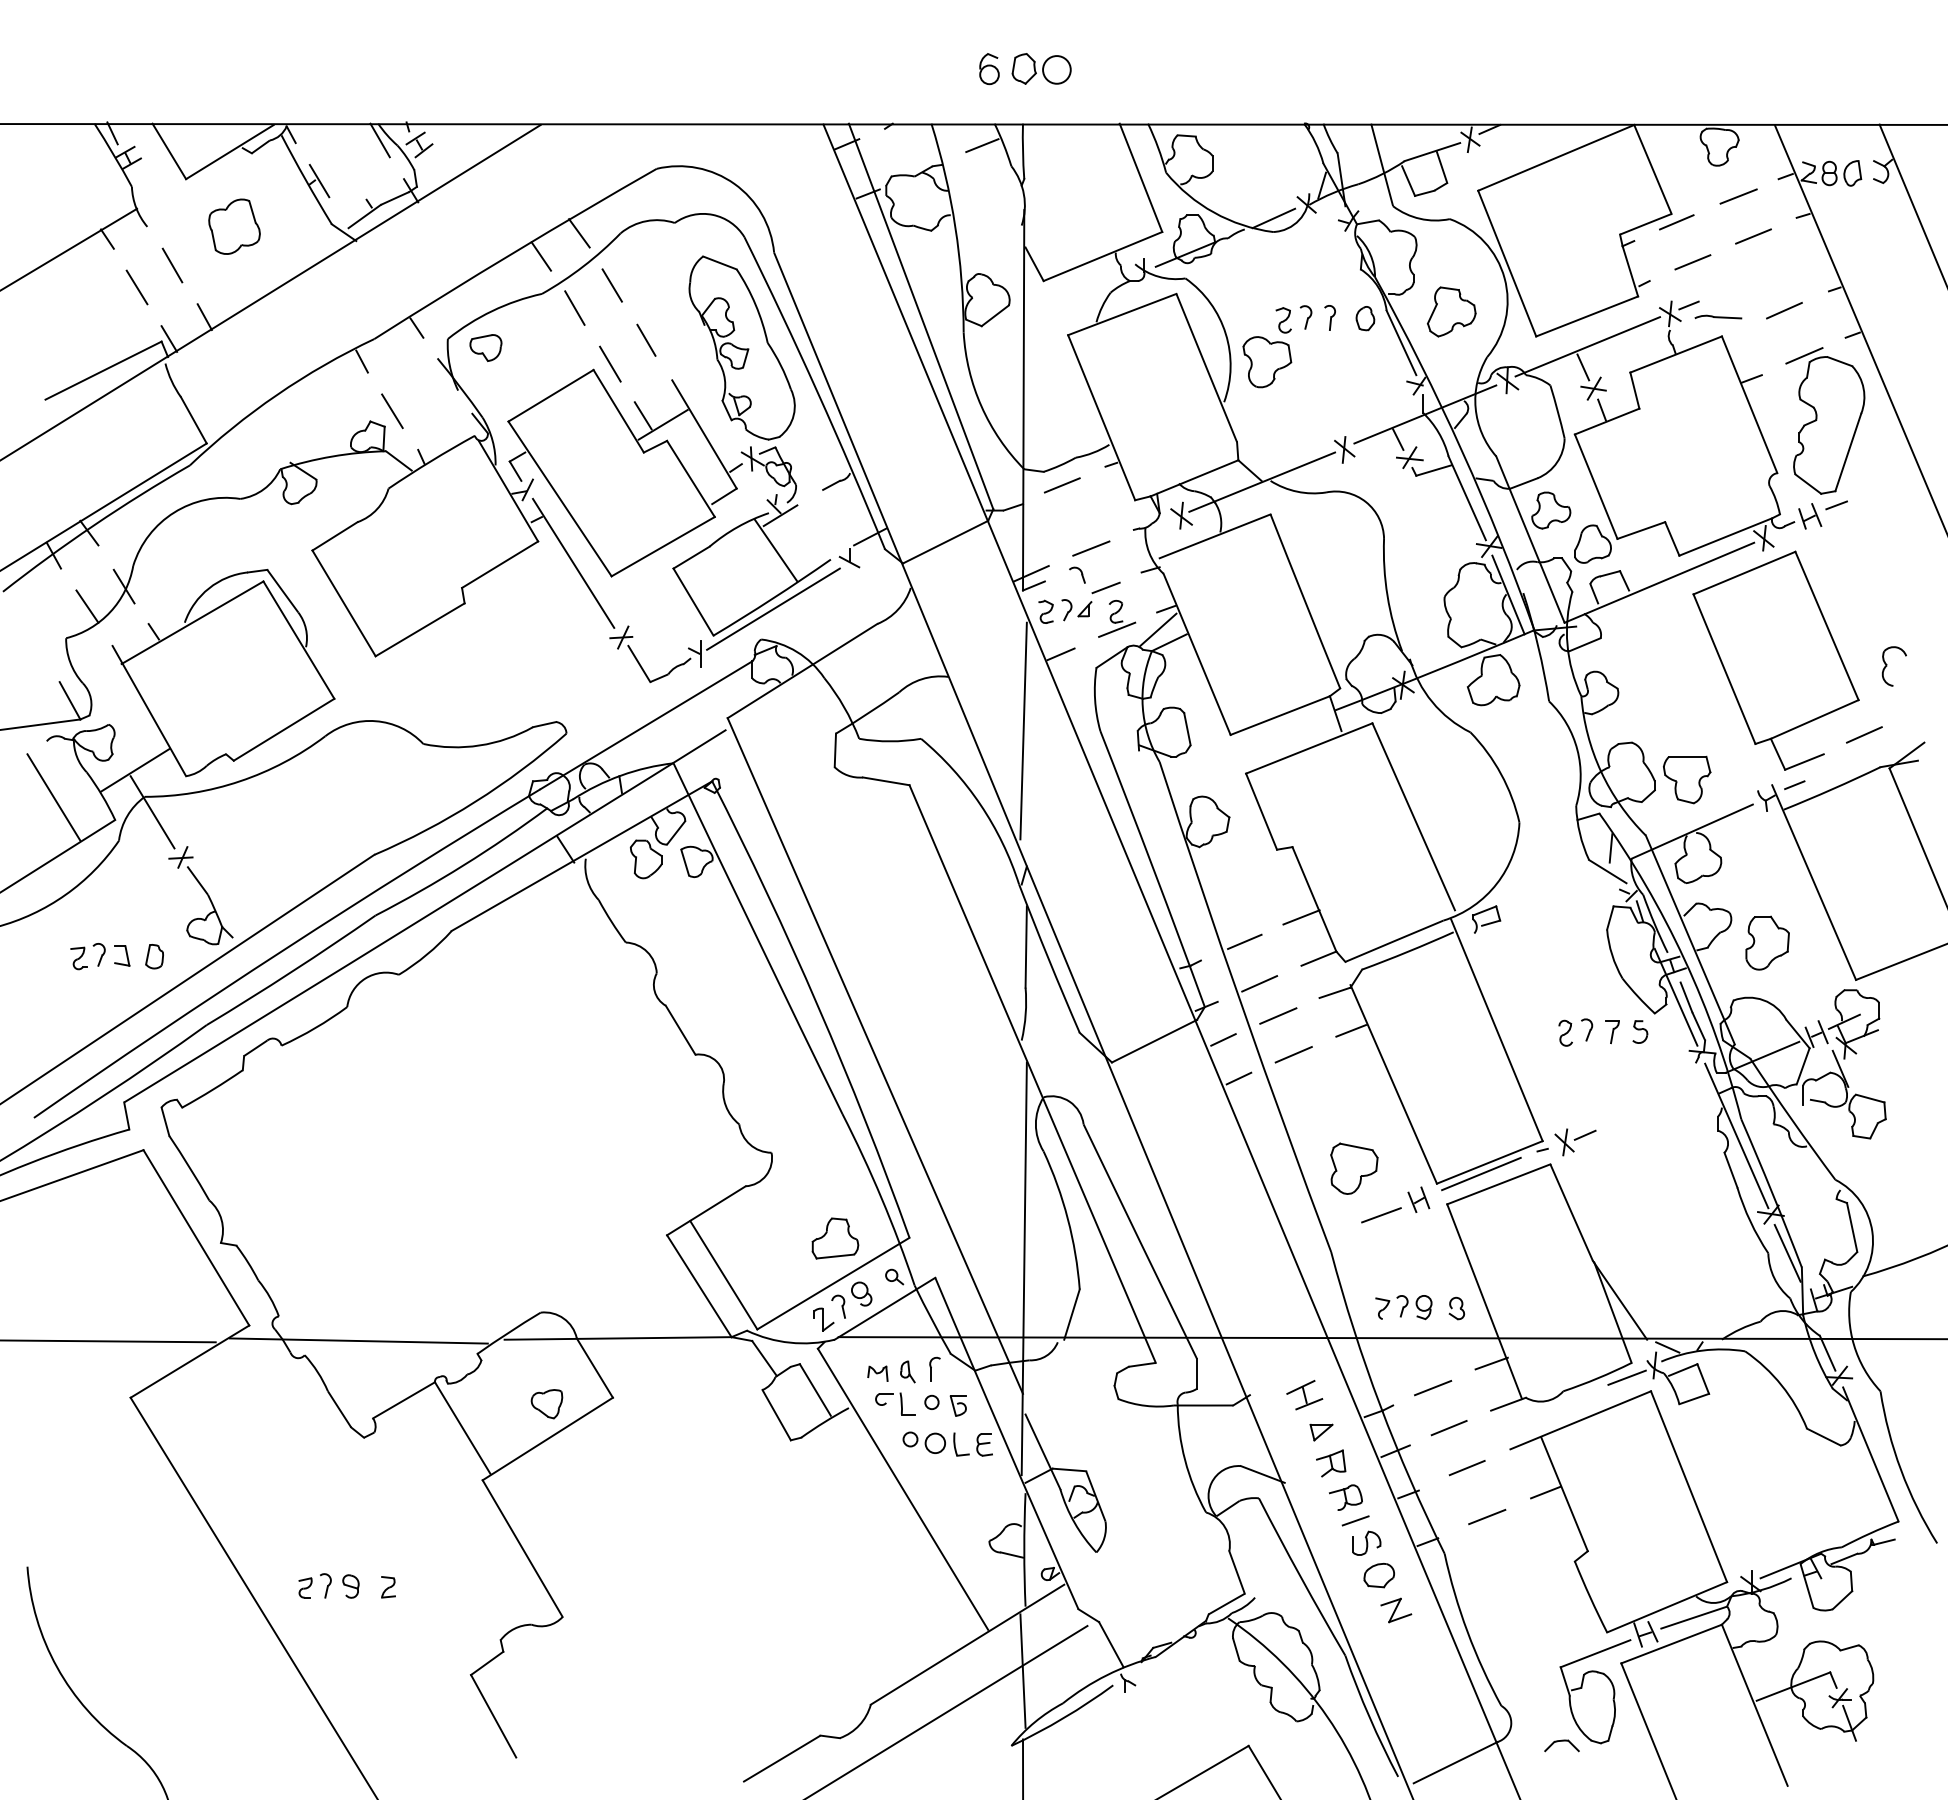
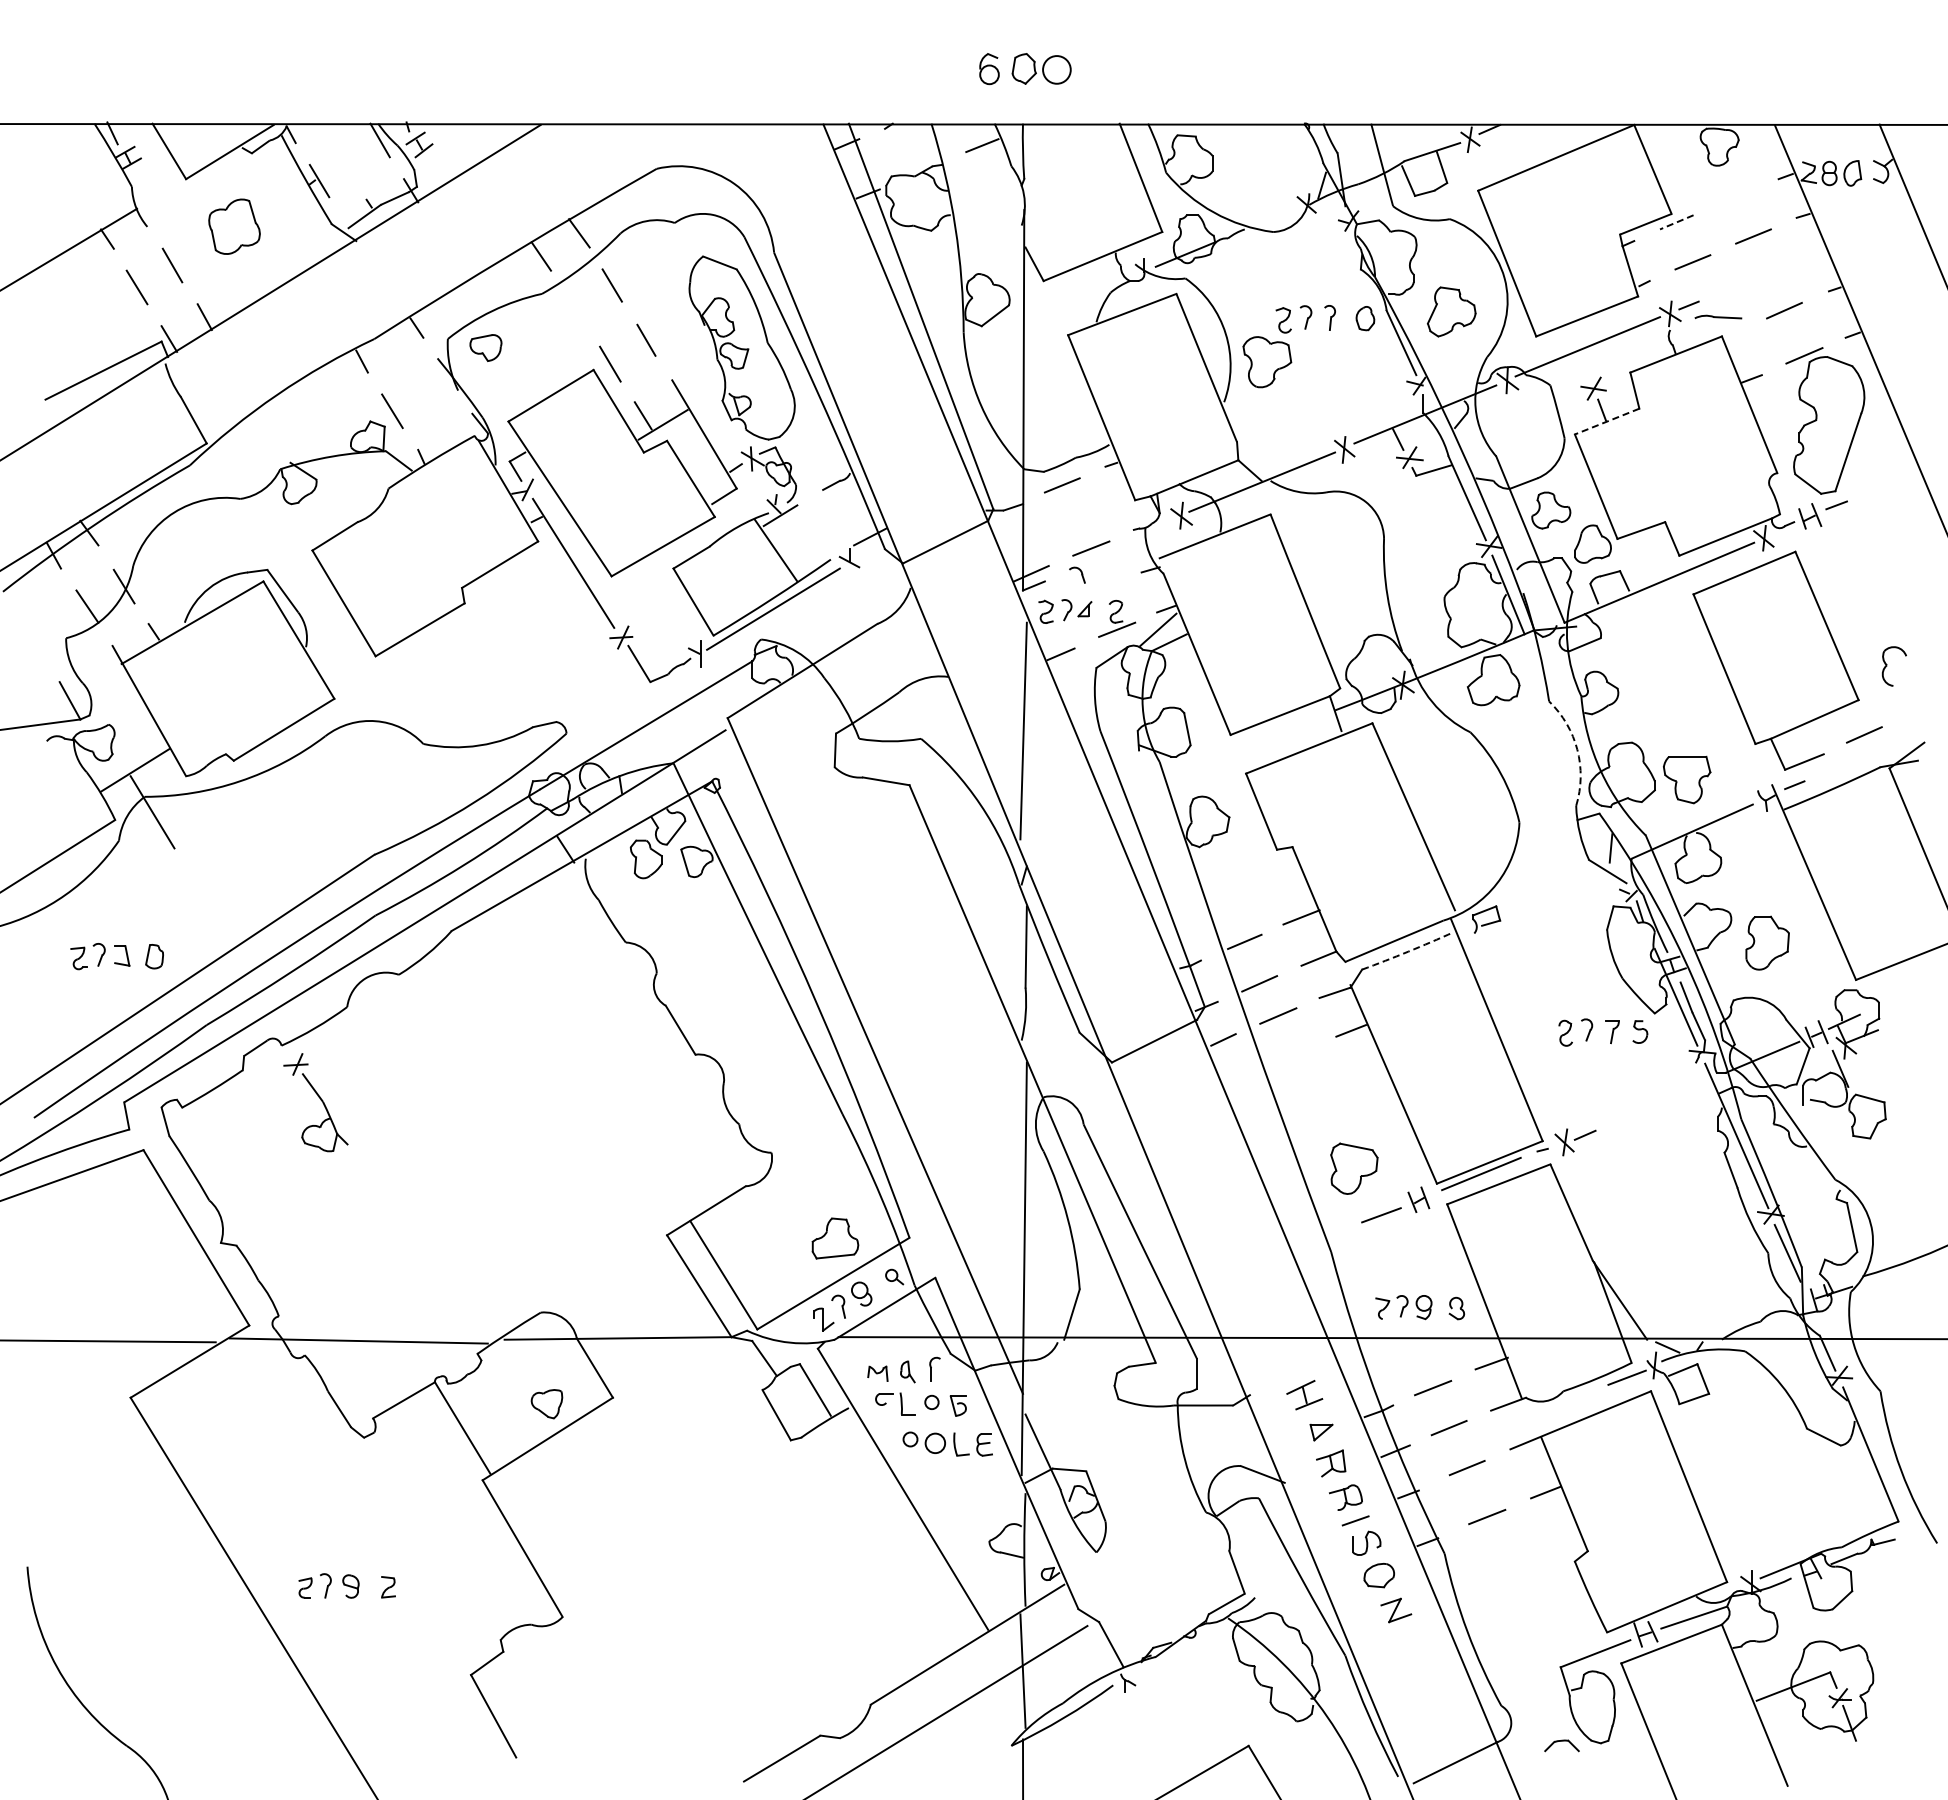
line at (1738, 196): present -> none
line at (1273, 218): present -> none
line at (1676, 222): solid -> dashed
line at (574, 307): present -> none
line at (1583, 367): present -> none
line at (1607, 421): solid -> dashed
line at (1105, 587): present -> none
arc at (1577, 749): solid -> dashed
line at (53, 797): present -> none
part at (200, 895) position: (200, 895) -> (315, 1102)
arc at (1408, 951): solid -> dashed
line at (1293, 1054): present -> none
line at (1238, 1078): present -> none
